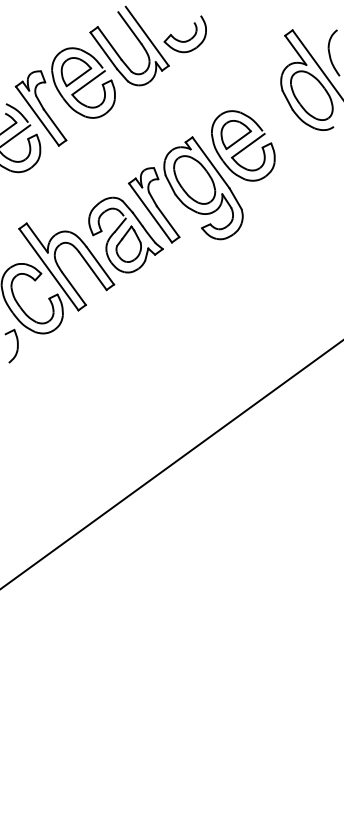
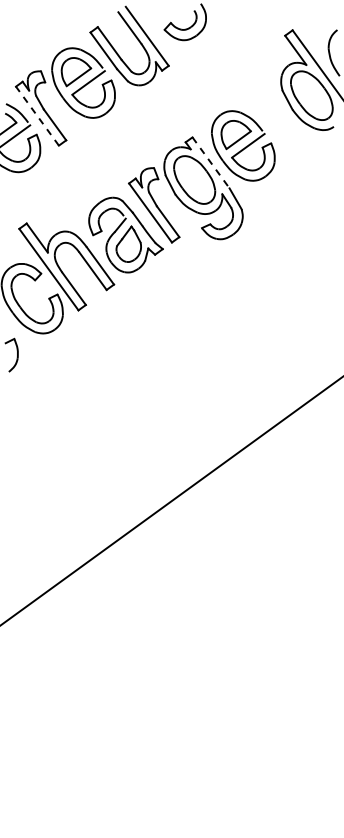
part at (185, 40) position: (185, 40) -> (185, 28)
line at (37, 115): solid -> dashed
line at (211, 162): solid -> dashed
part at (11, 345) position: (11, 345) -> (11, 354)
line at (171, 464) position: (171, 464) -> (171, 501)
